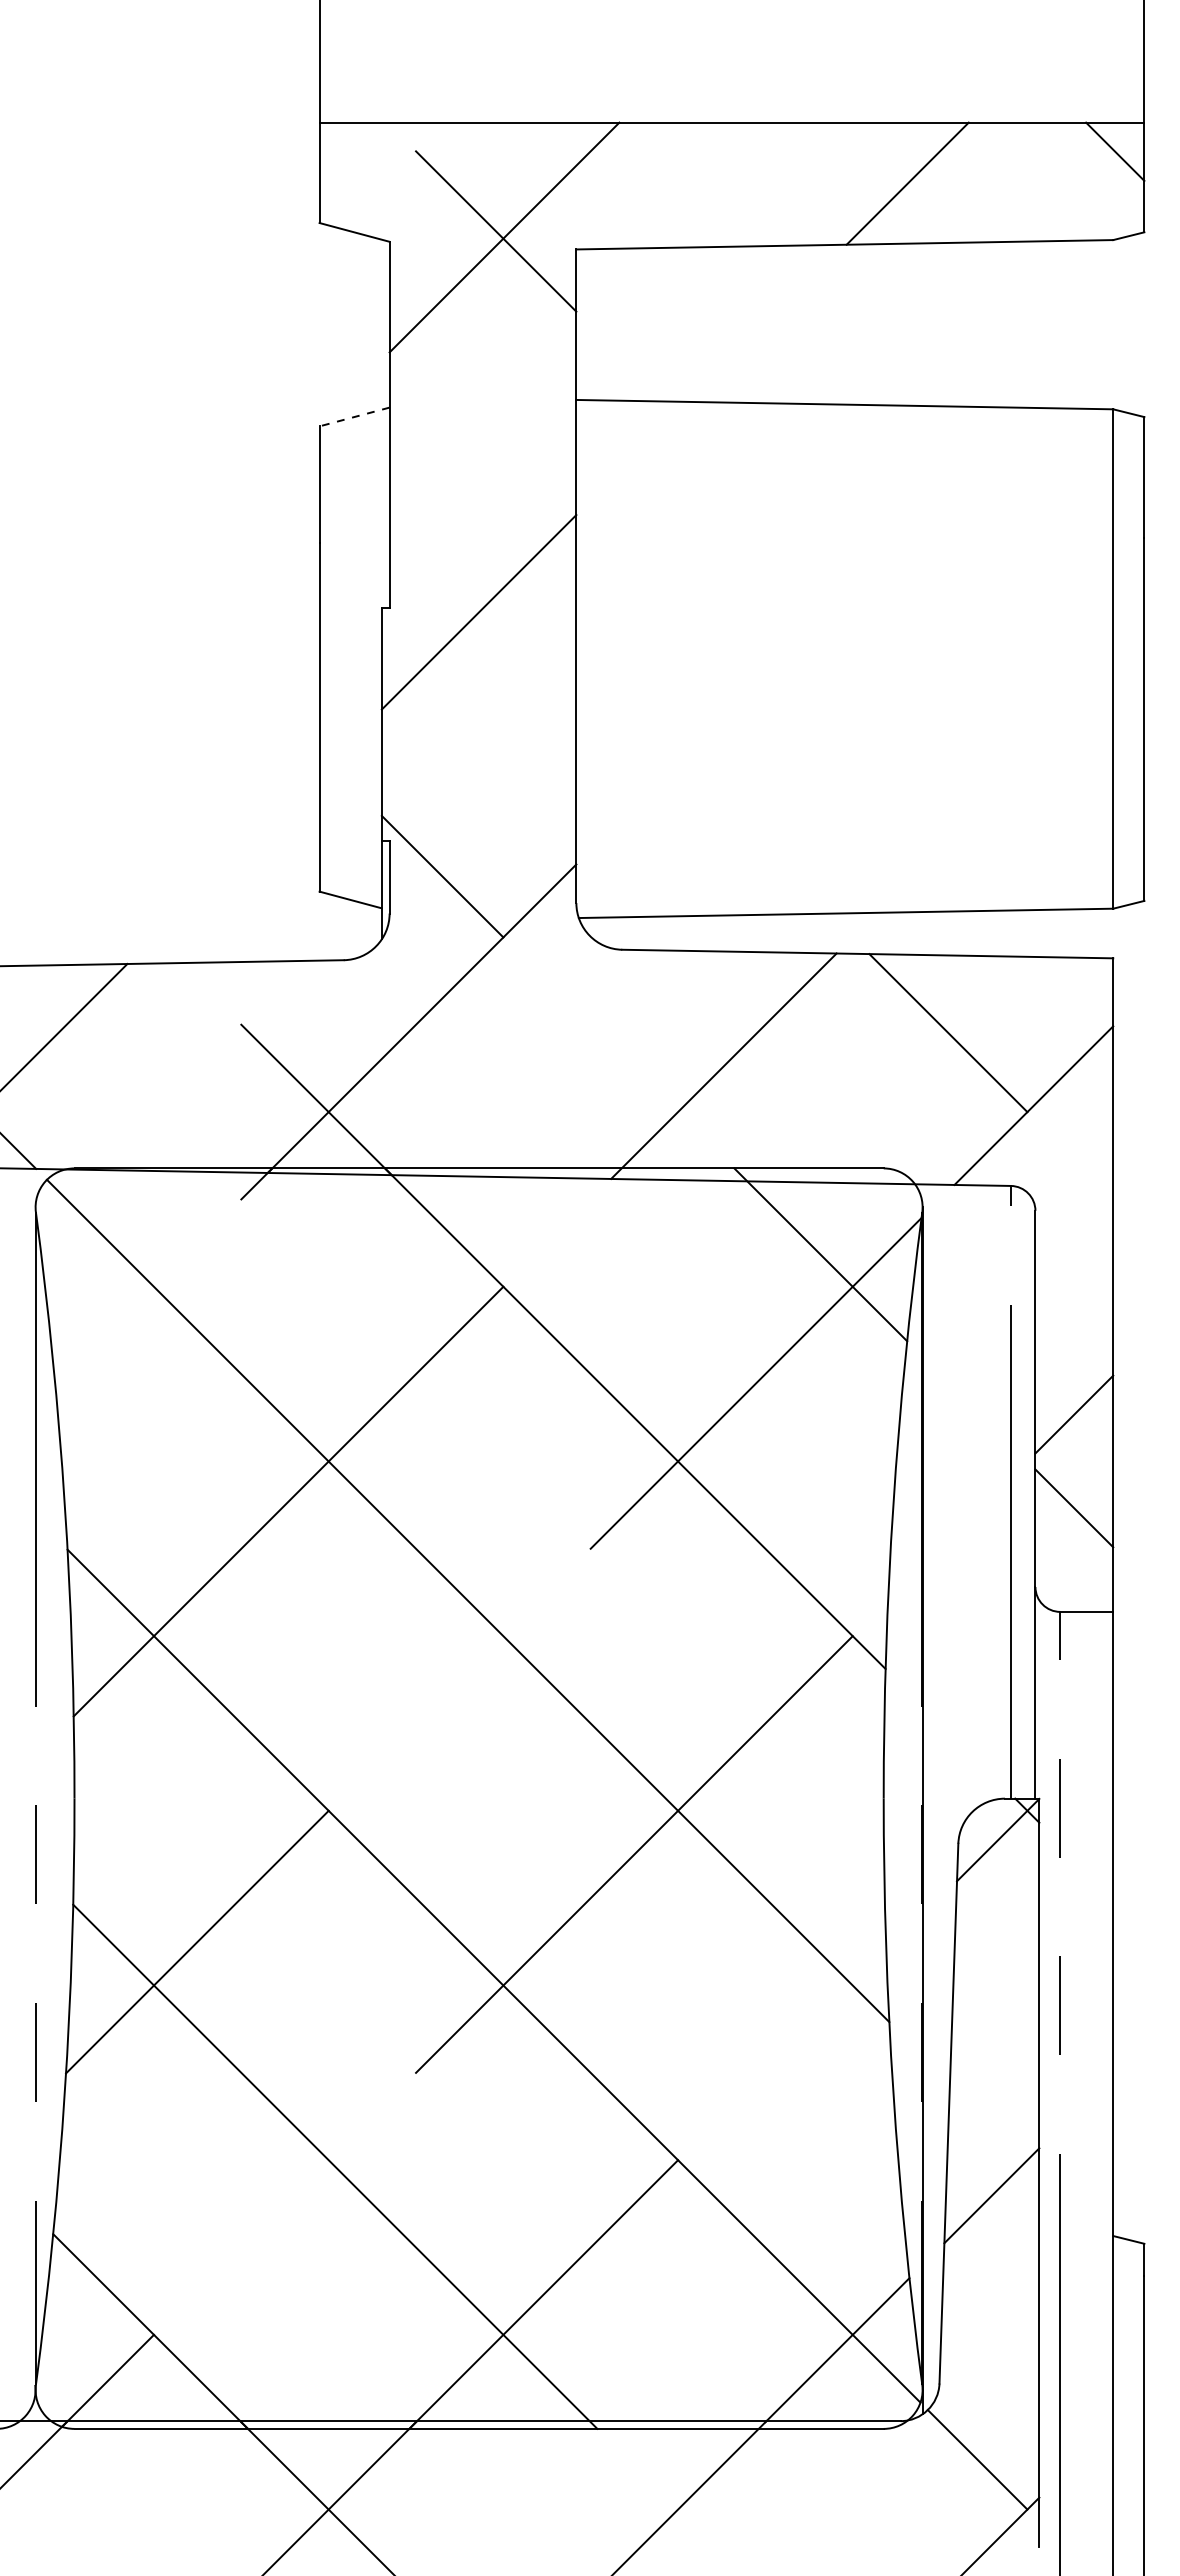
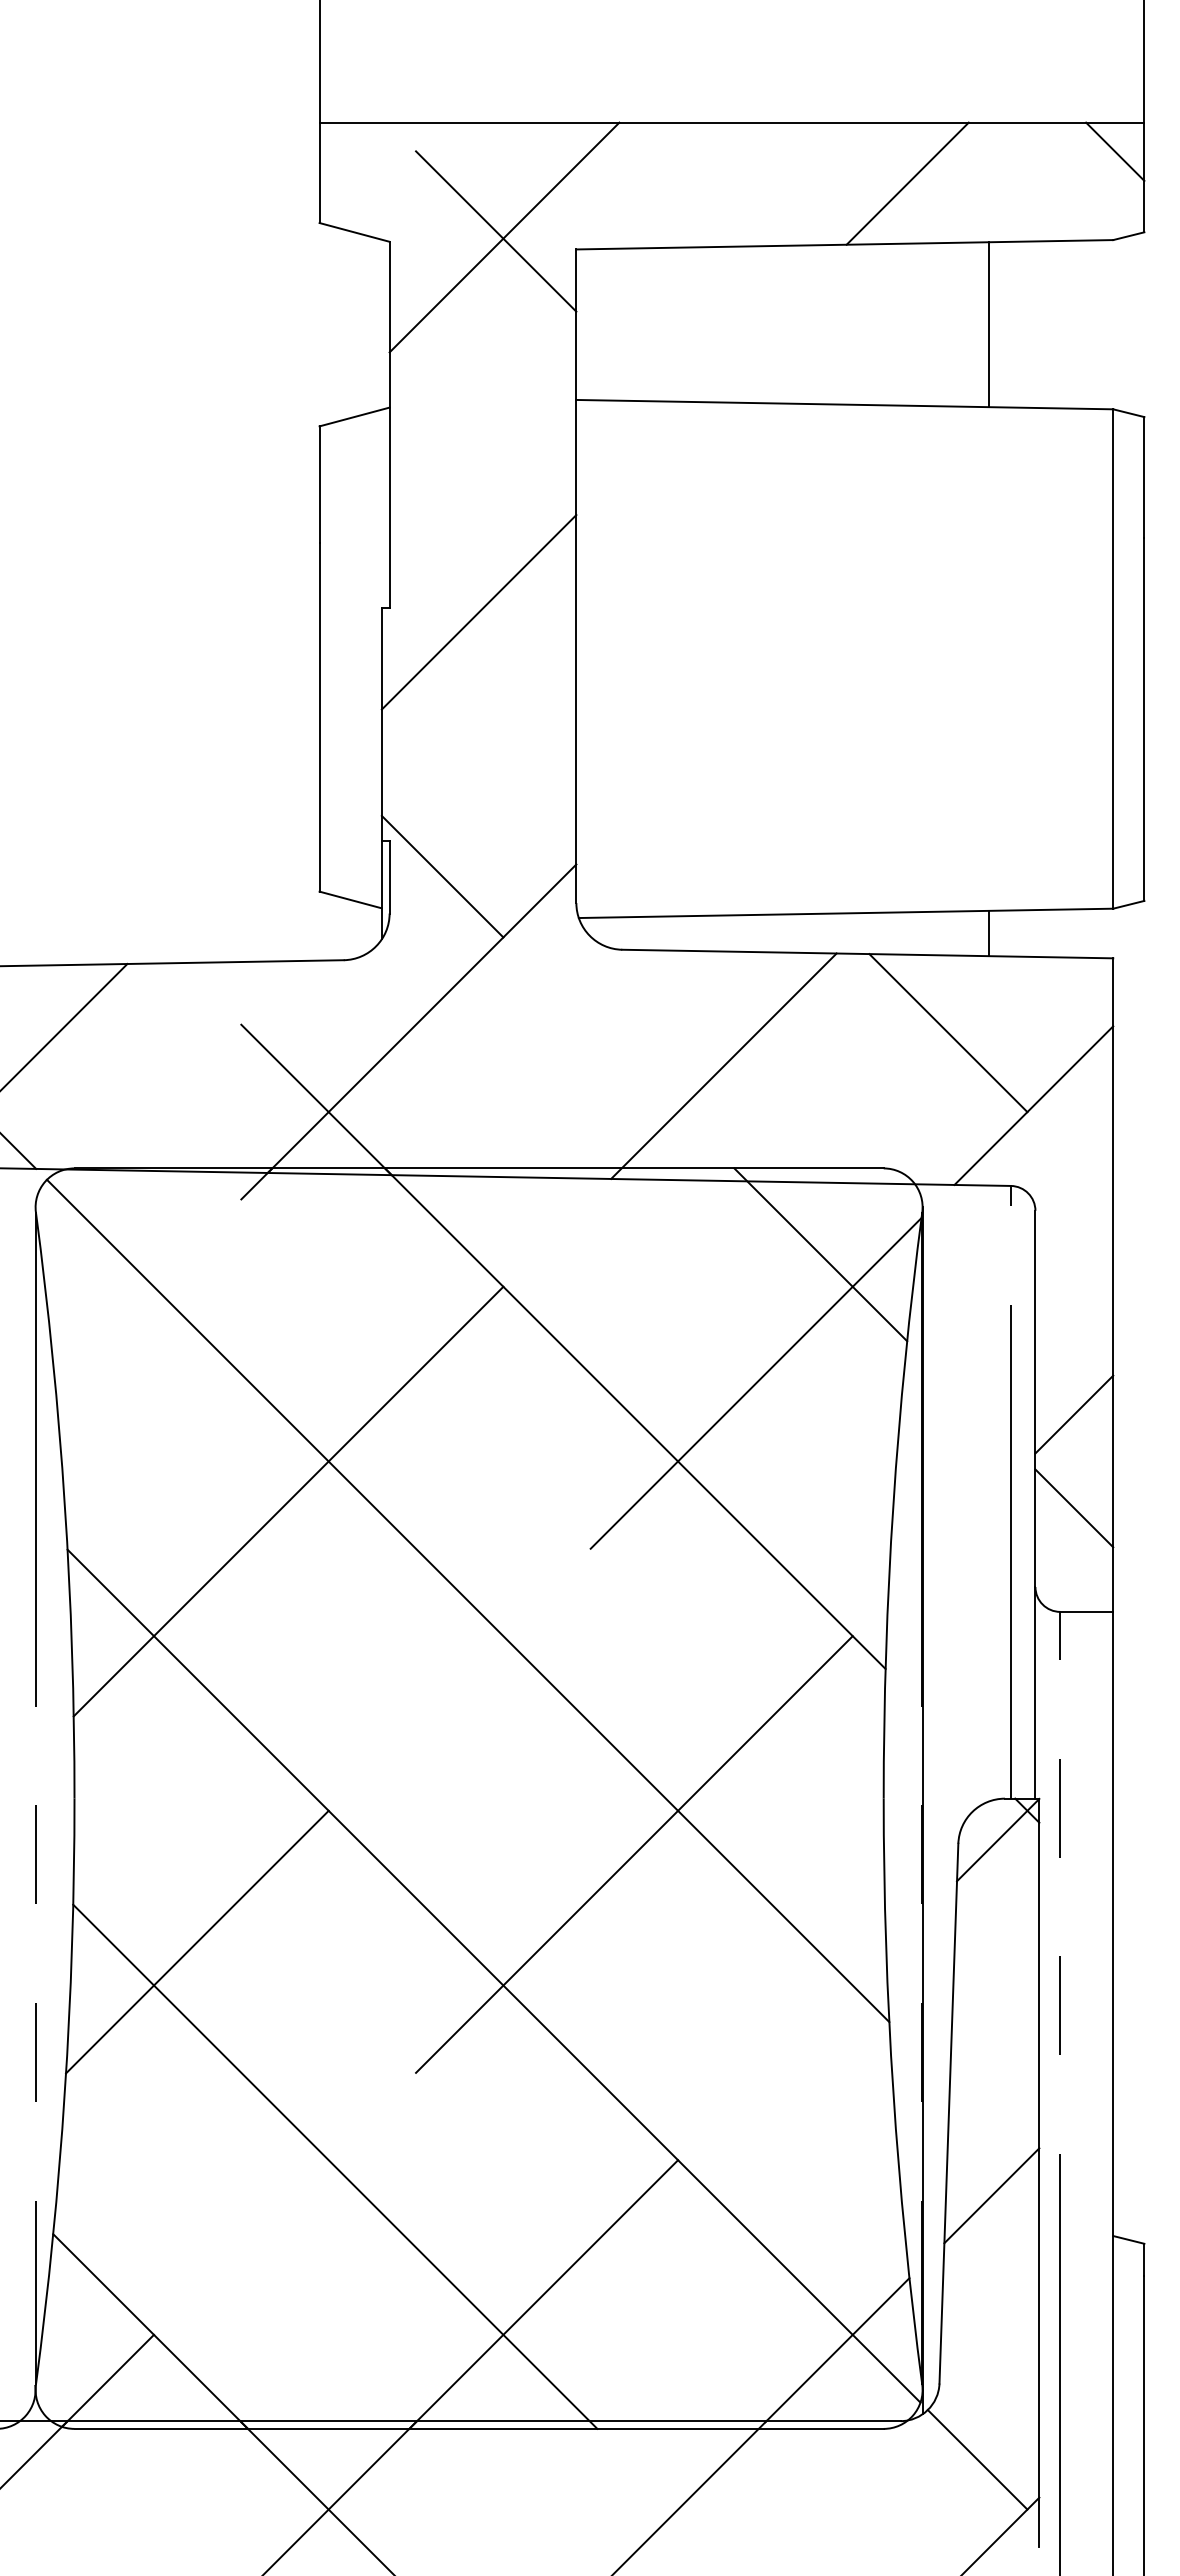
line at (988, 324): none -> present
line at (354, 417): dashed -> solid
line at (988, 933): none -> present
